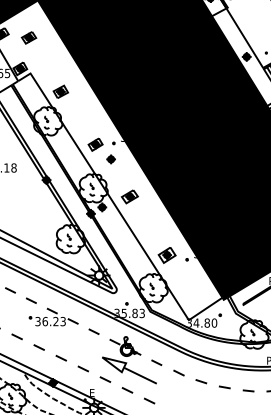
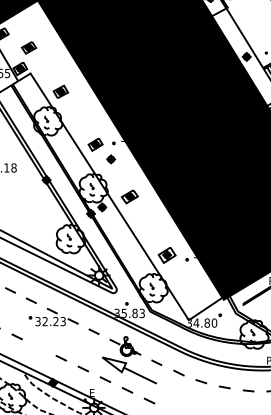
part at (28, 37) position: (28, 37) -> (28, 47)
text at (45, 321): 36.23 -> 32.23
line at (38, 347): present -> none
